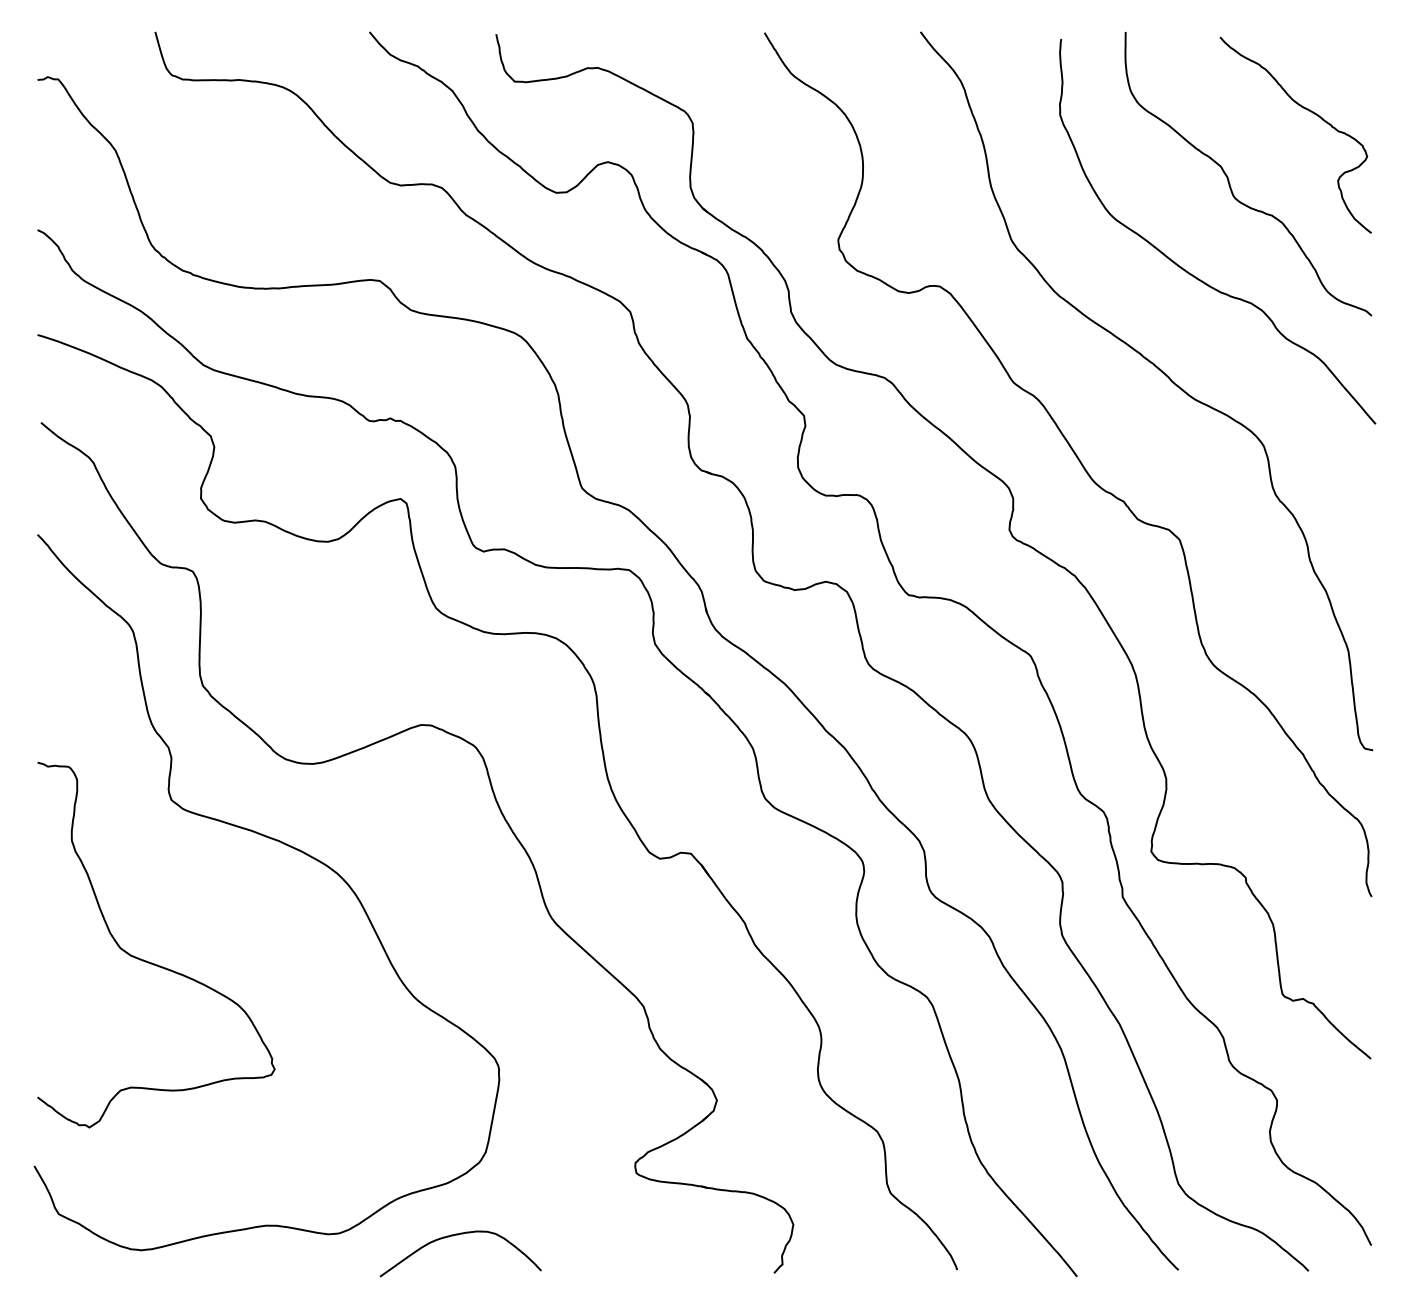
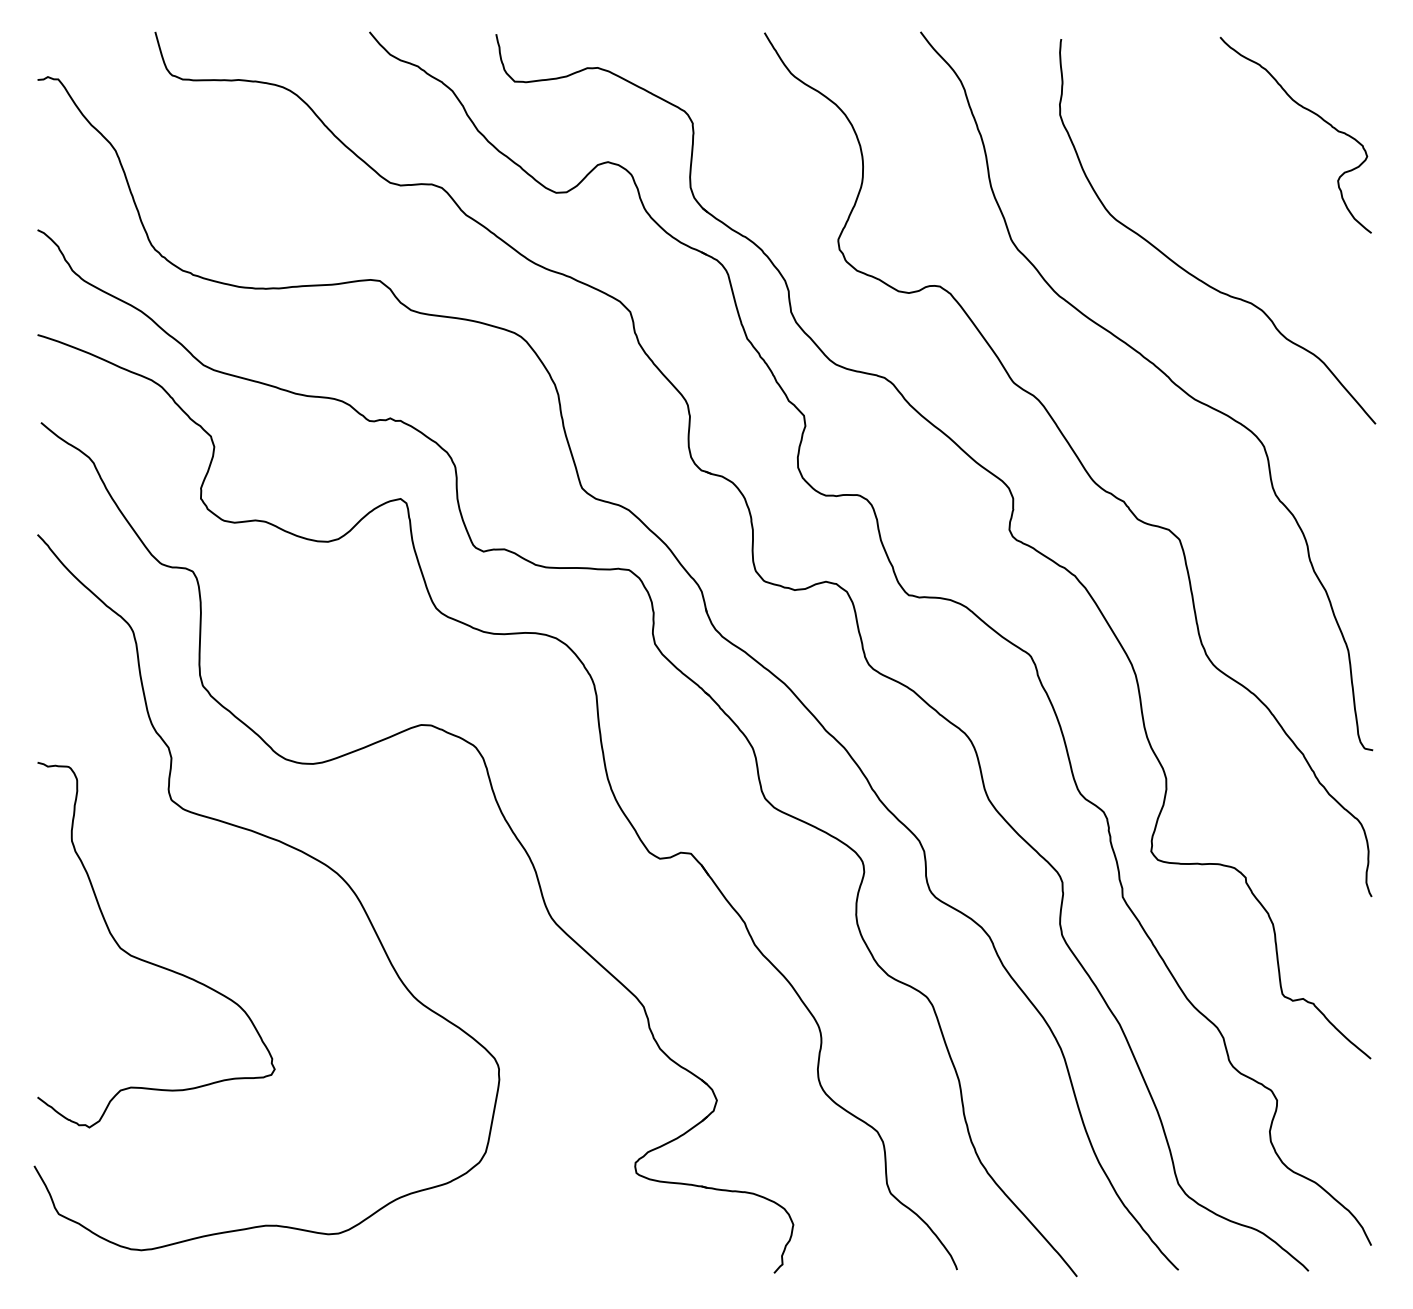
curve at (1229, 180): present -> none
curve at (458, 1235): present -> none
